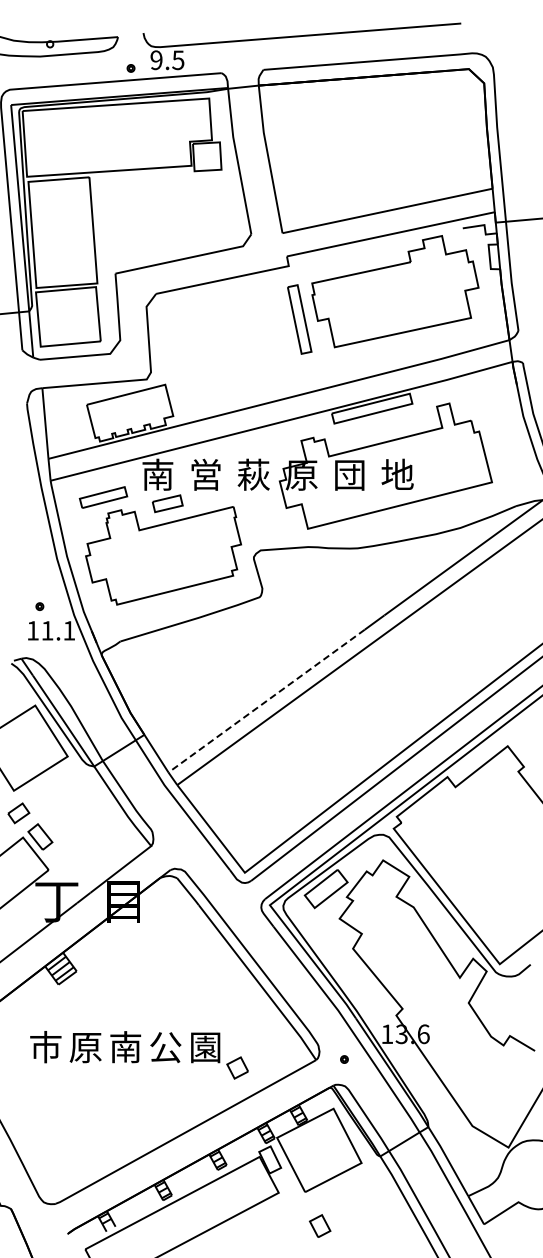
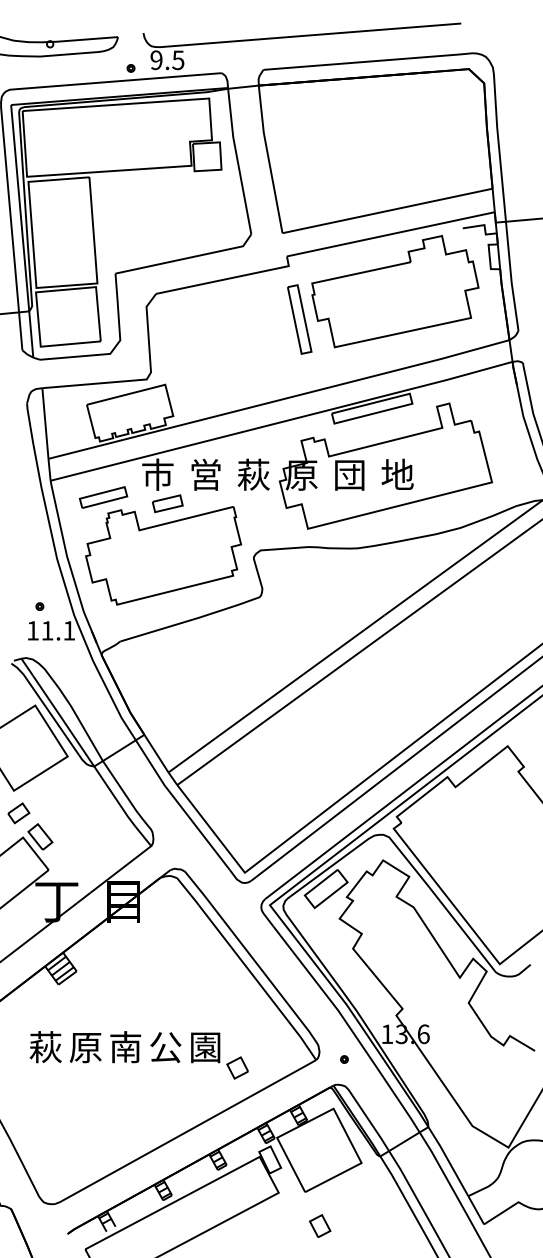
text at (157, 474): 南 -> 市
line at (266, 701): dashed -> solid
text at (45, 1047): 市 -> 萩
